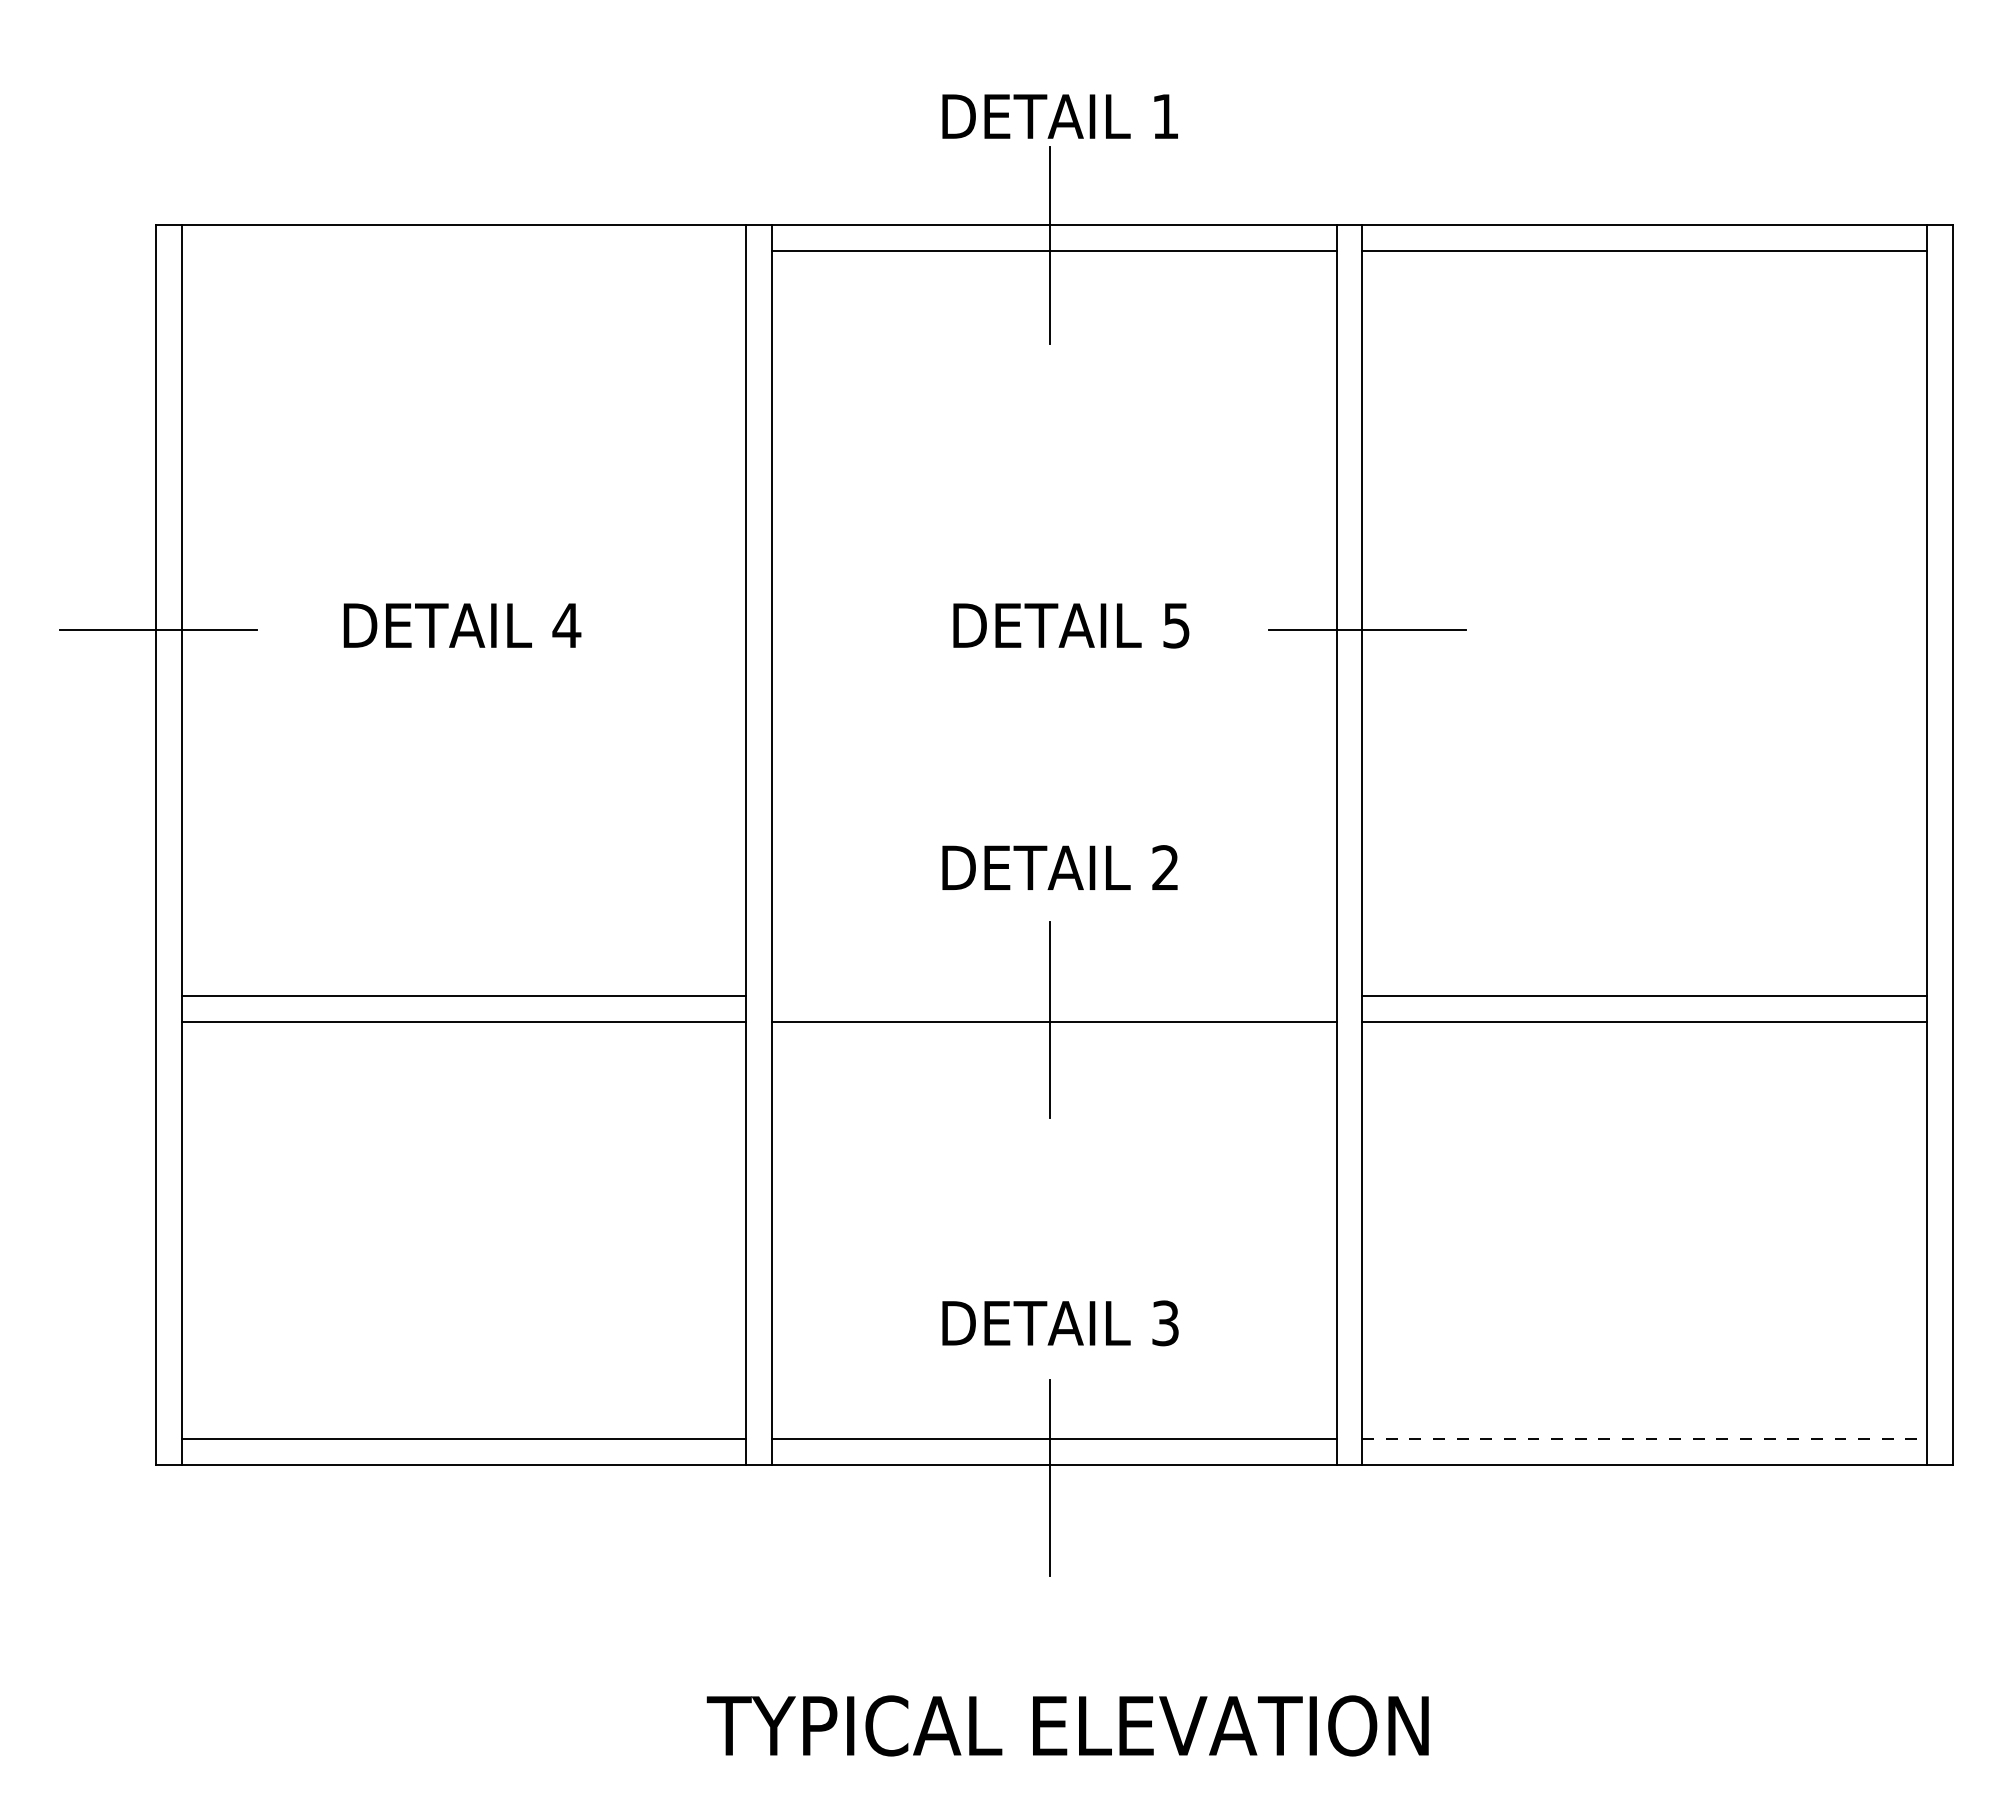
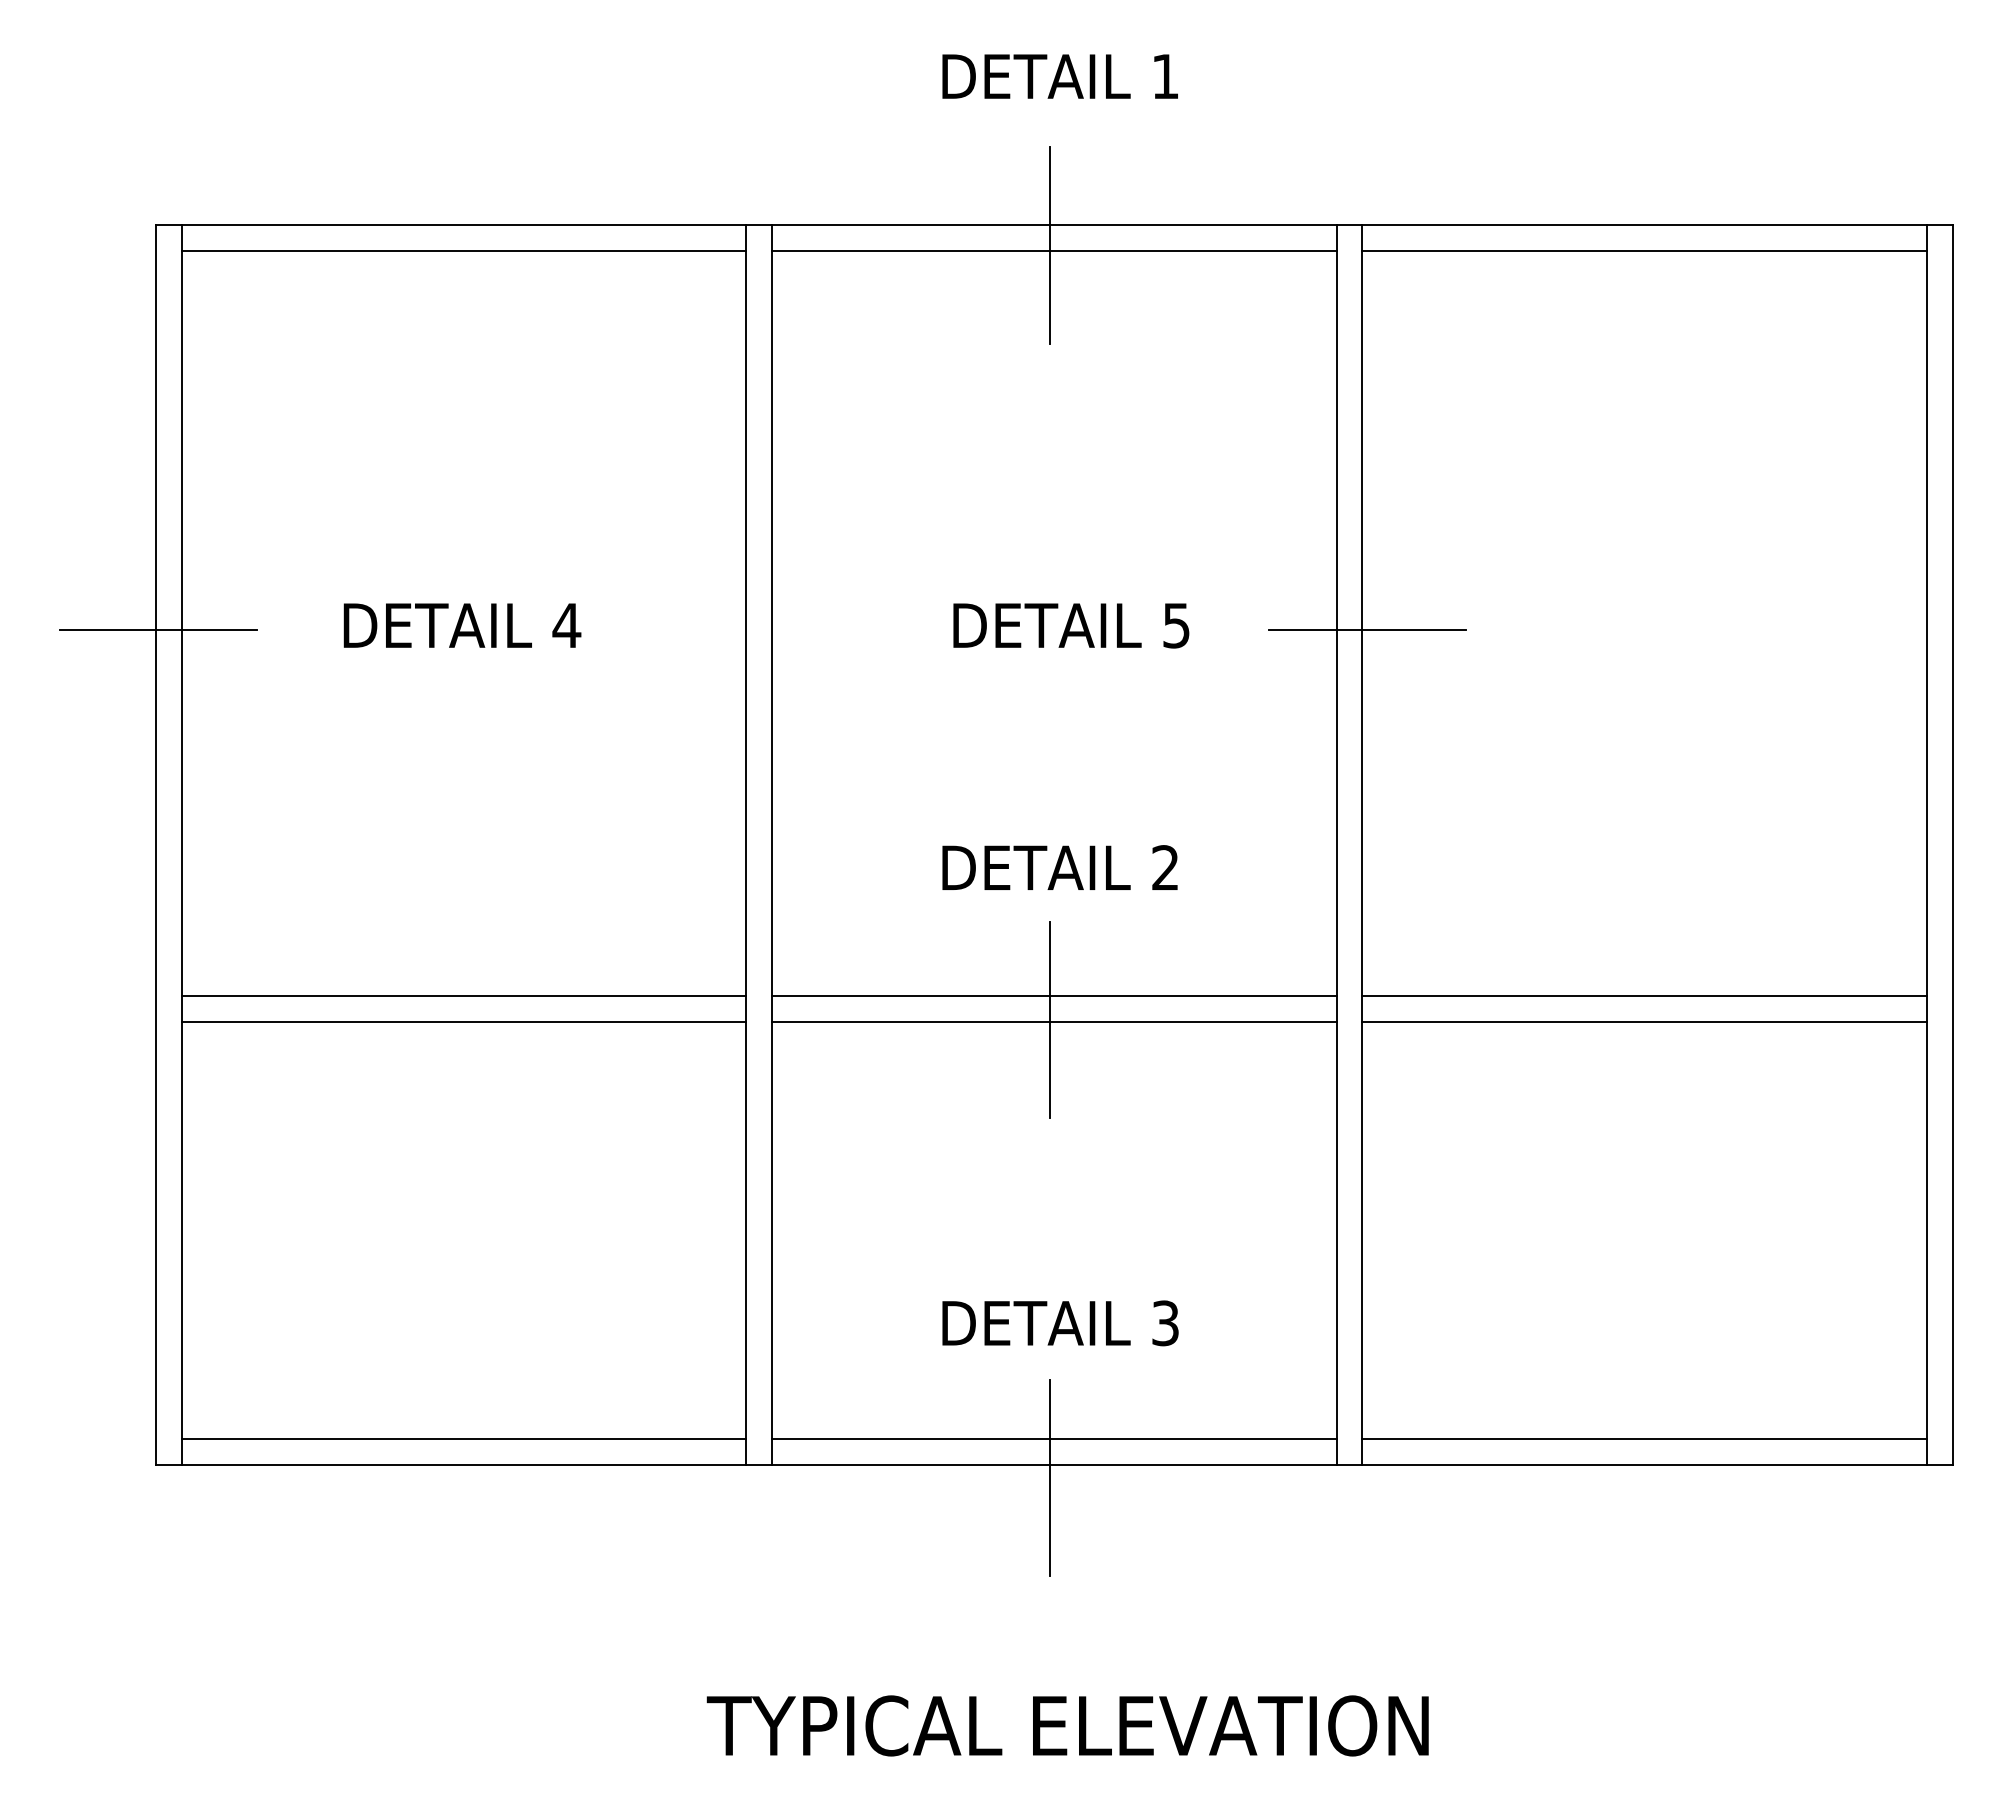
text at (1059, 116) position: (1059, 116) -> (1059, 76)
line at (463, 250): none -> present
line at (1053, 996): none -> present
line at (1645, 1439): dashed -> solid
